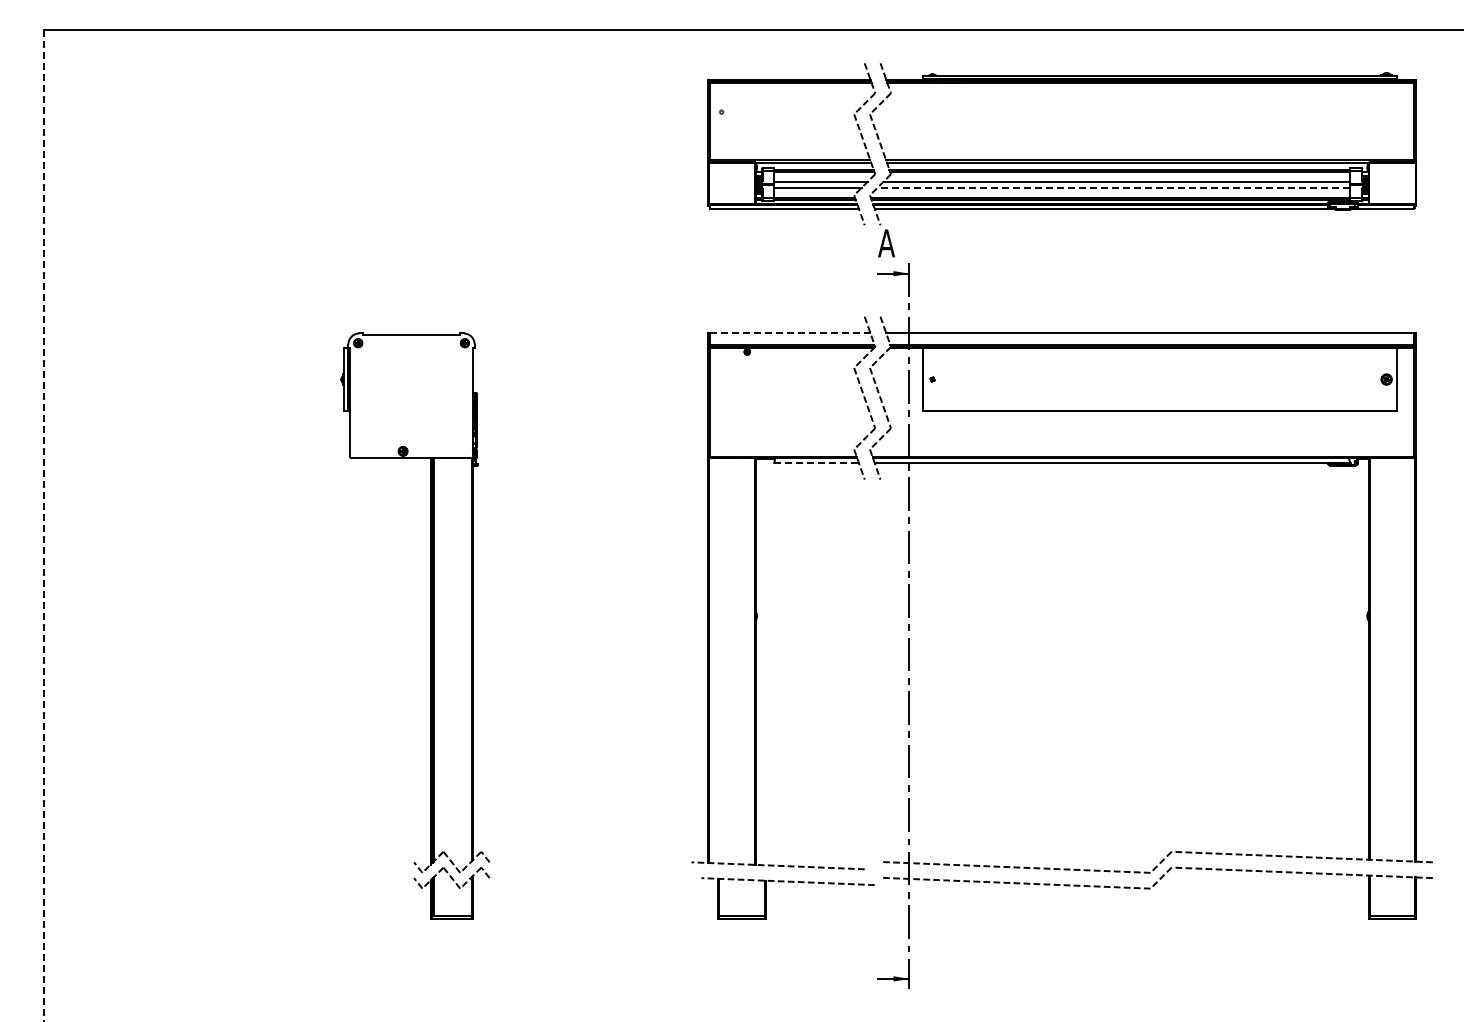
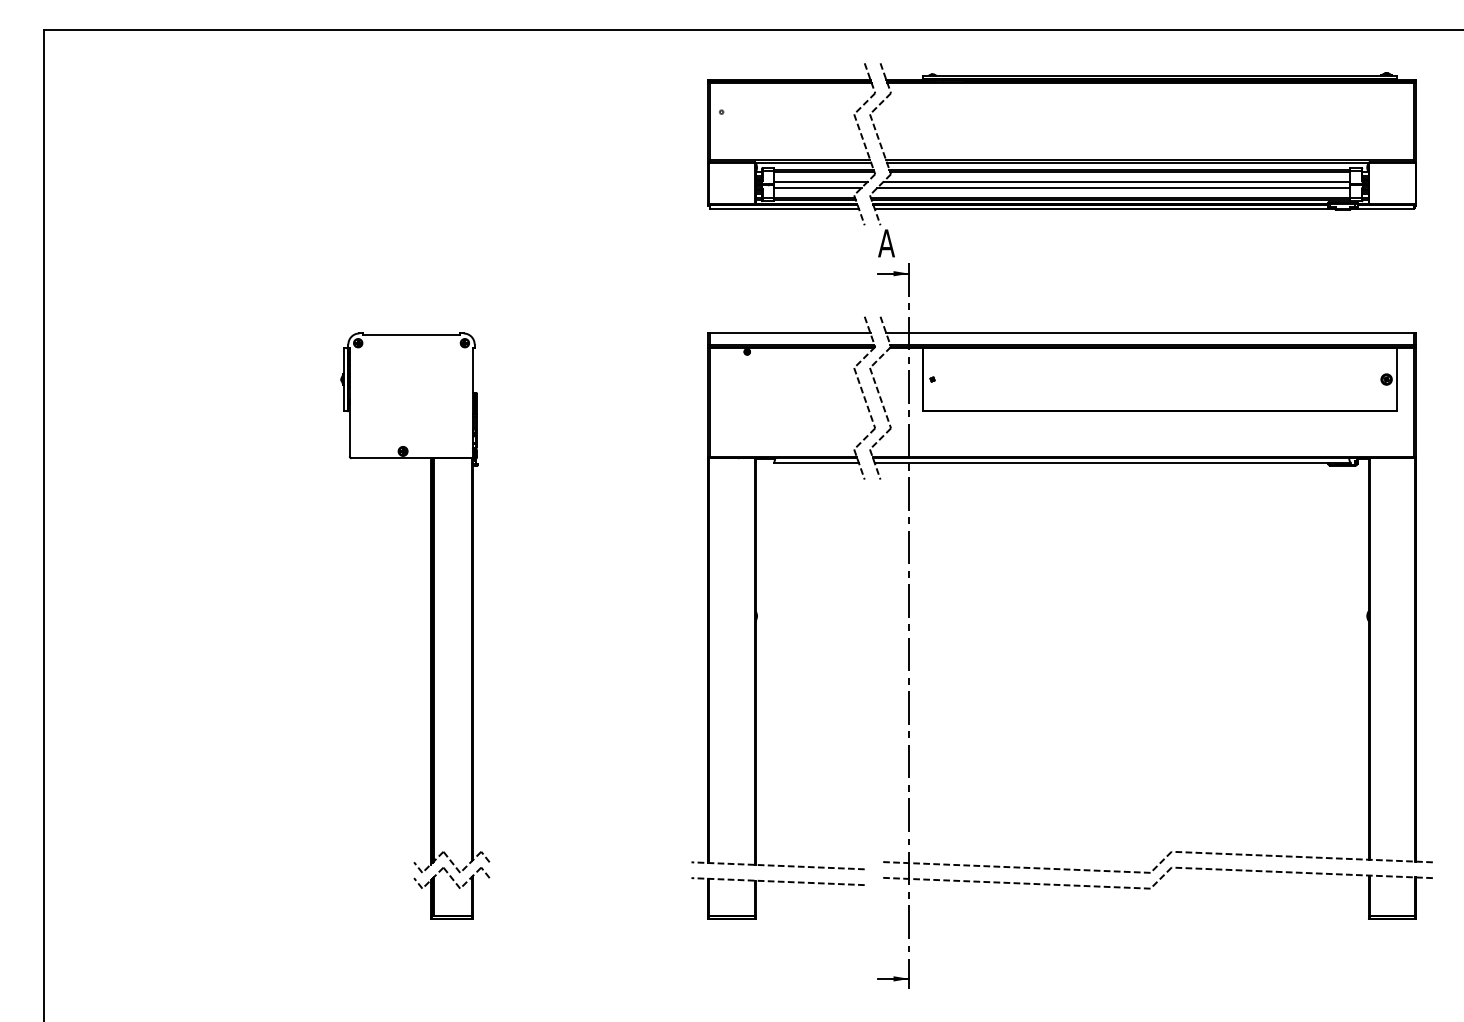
line at (1113, 187): dashed -> solid
line at (789, 333): dashed -> solid
line at (817, 462): dashed -> solid
line at (43, 526): dashed -> solid
part at (787, 882) position: (787, 882) -> (777, 882)
